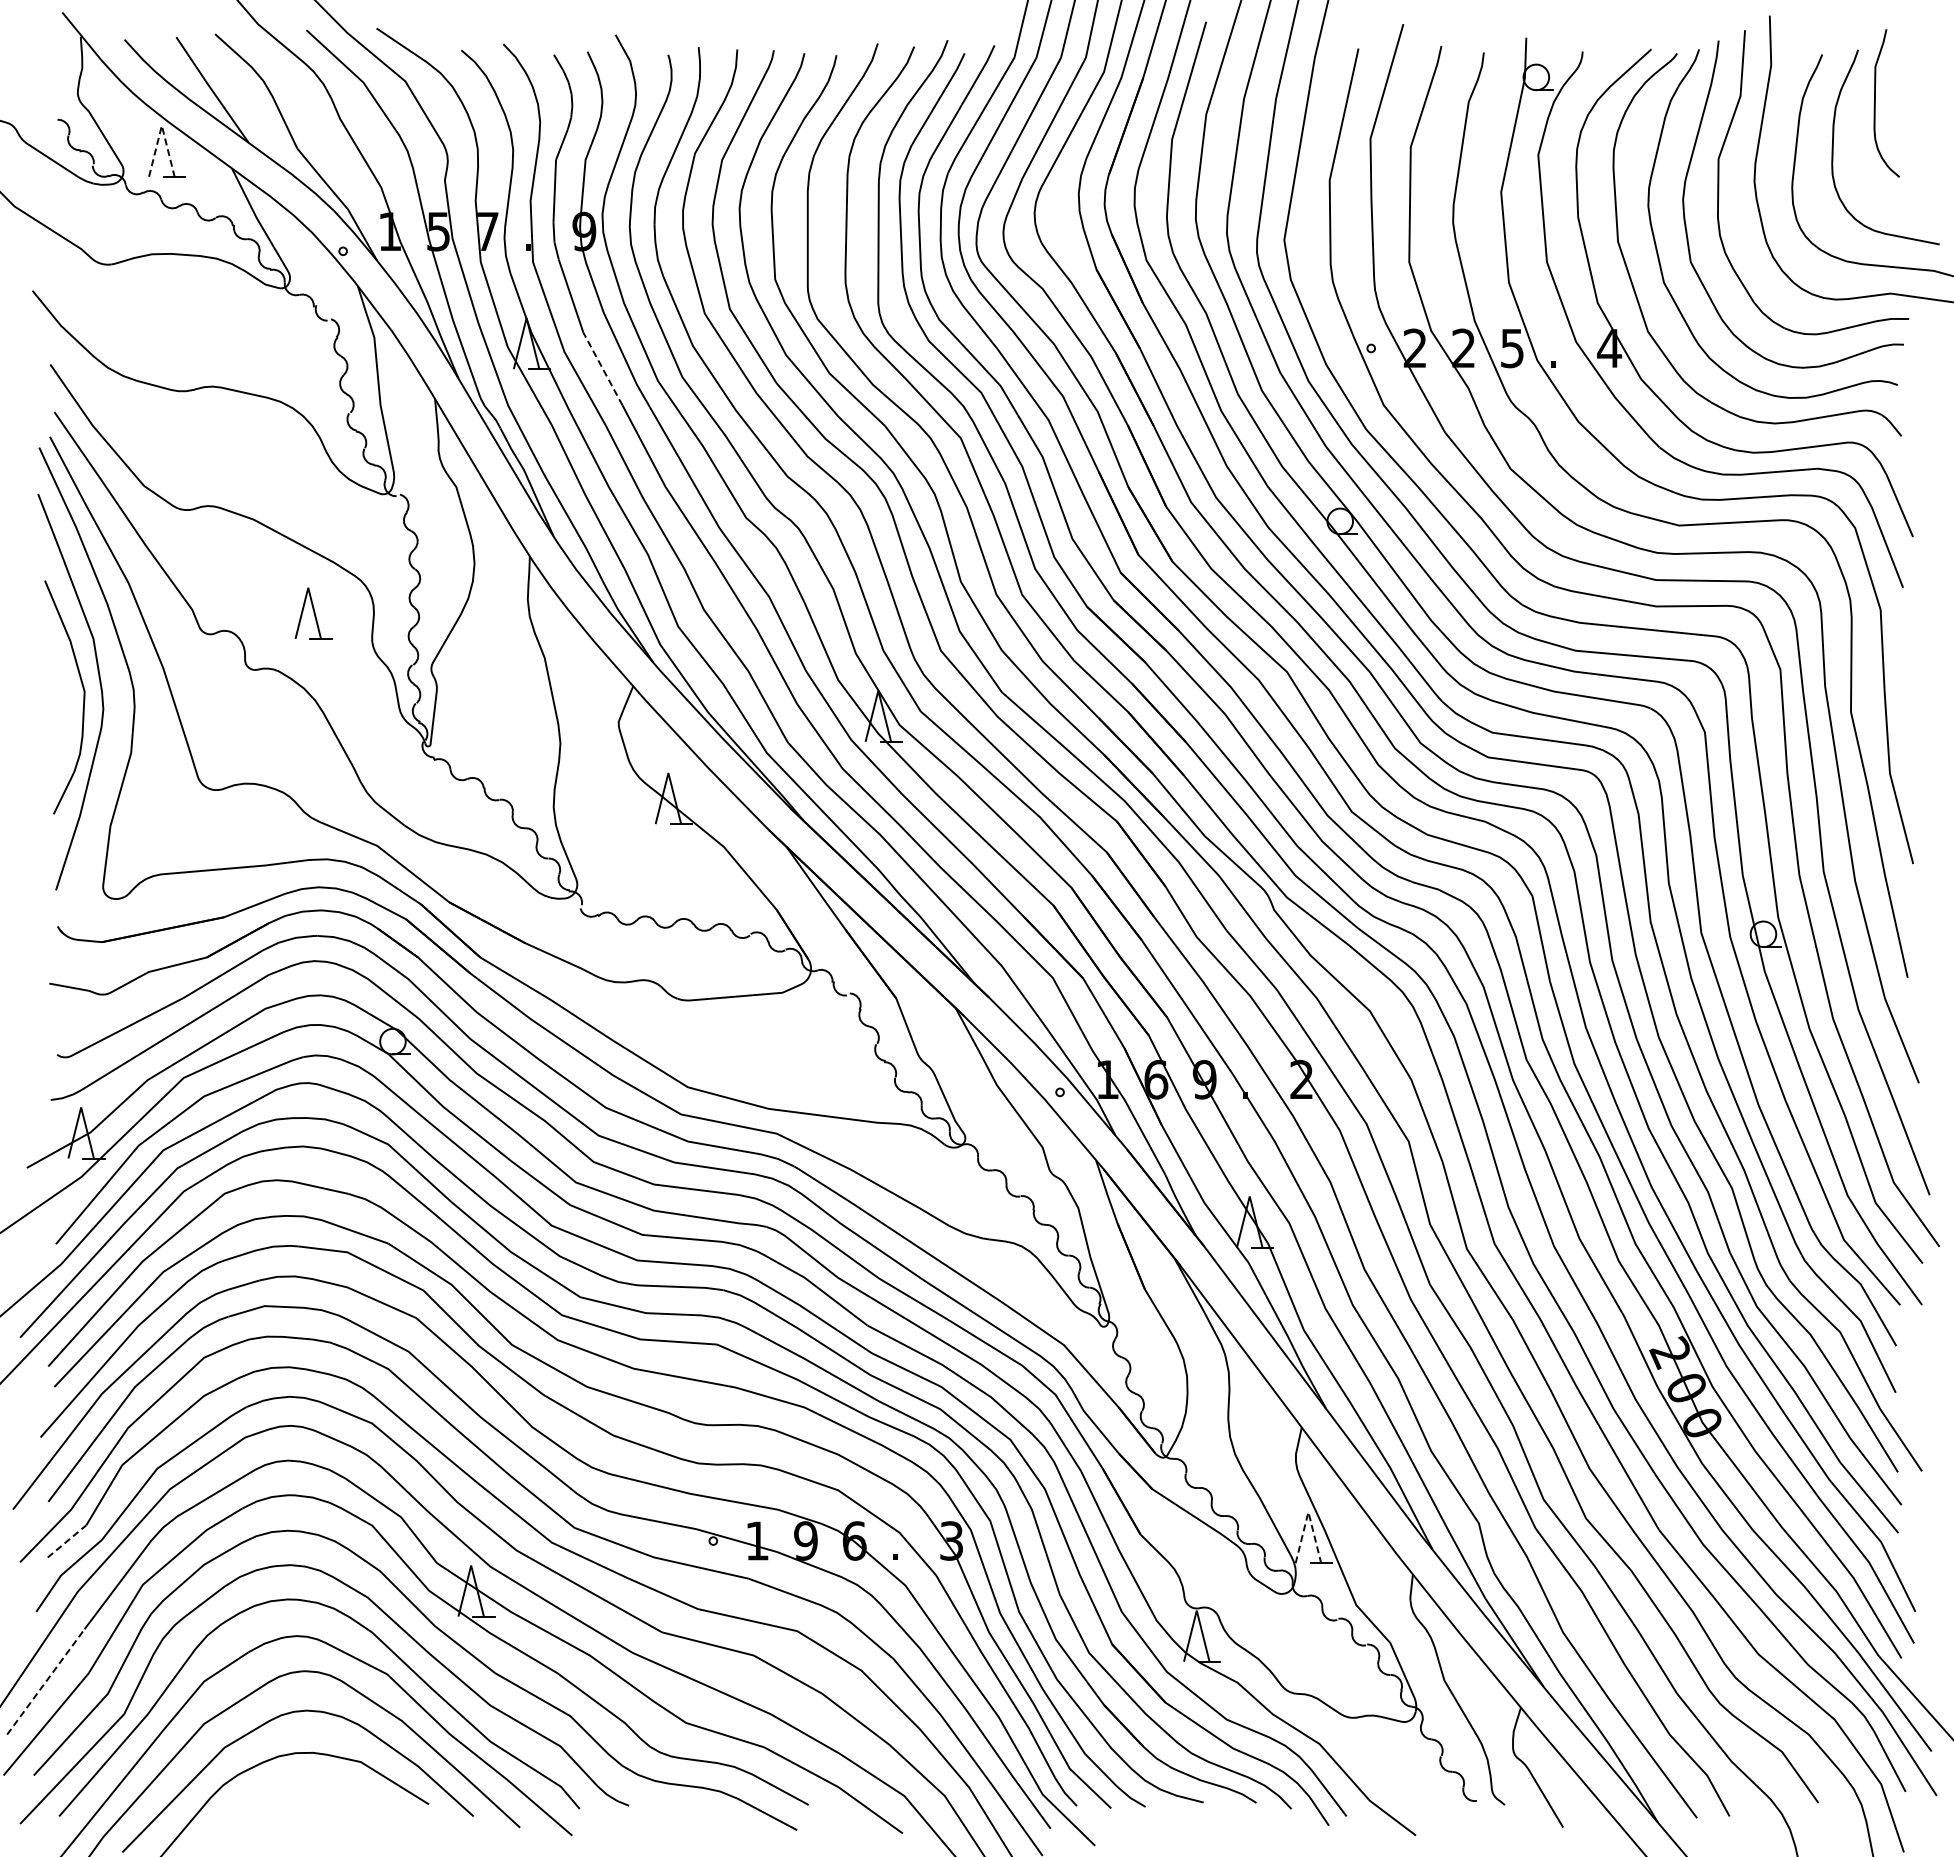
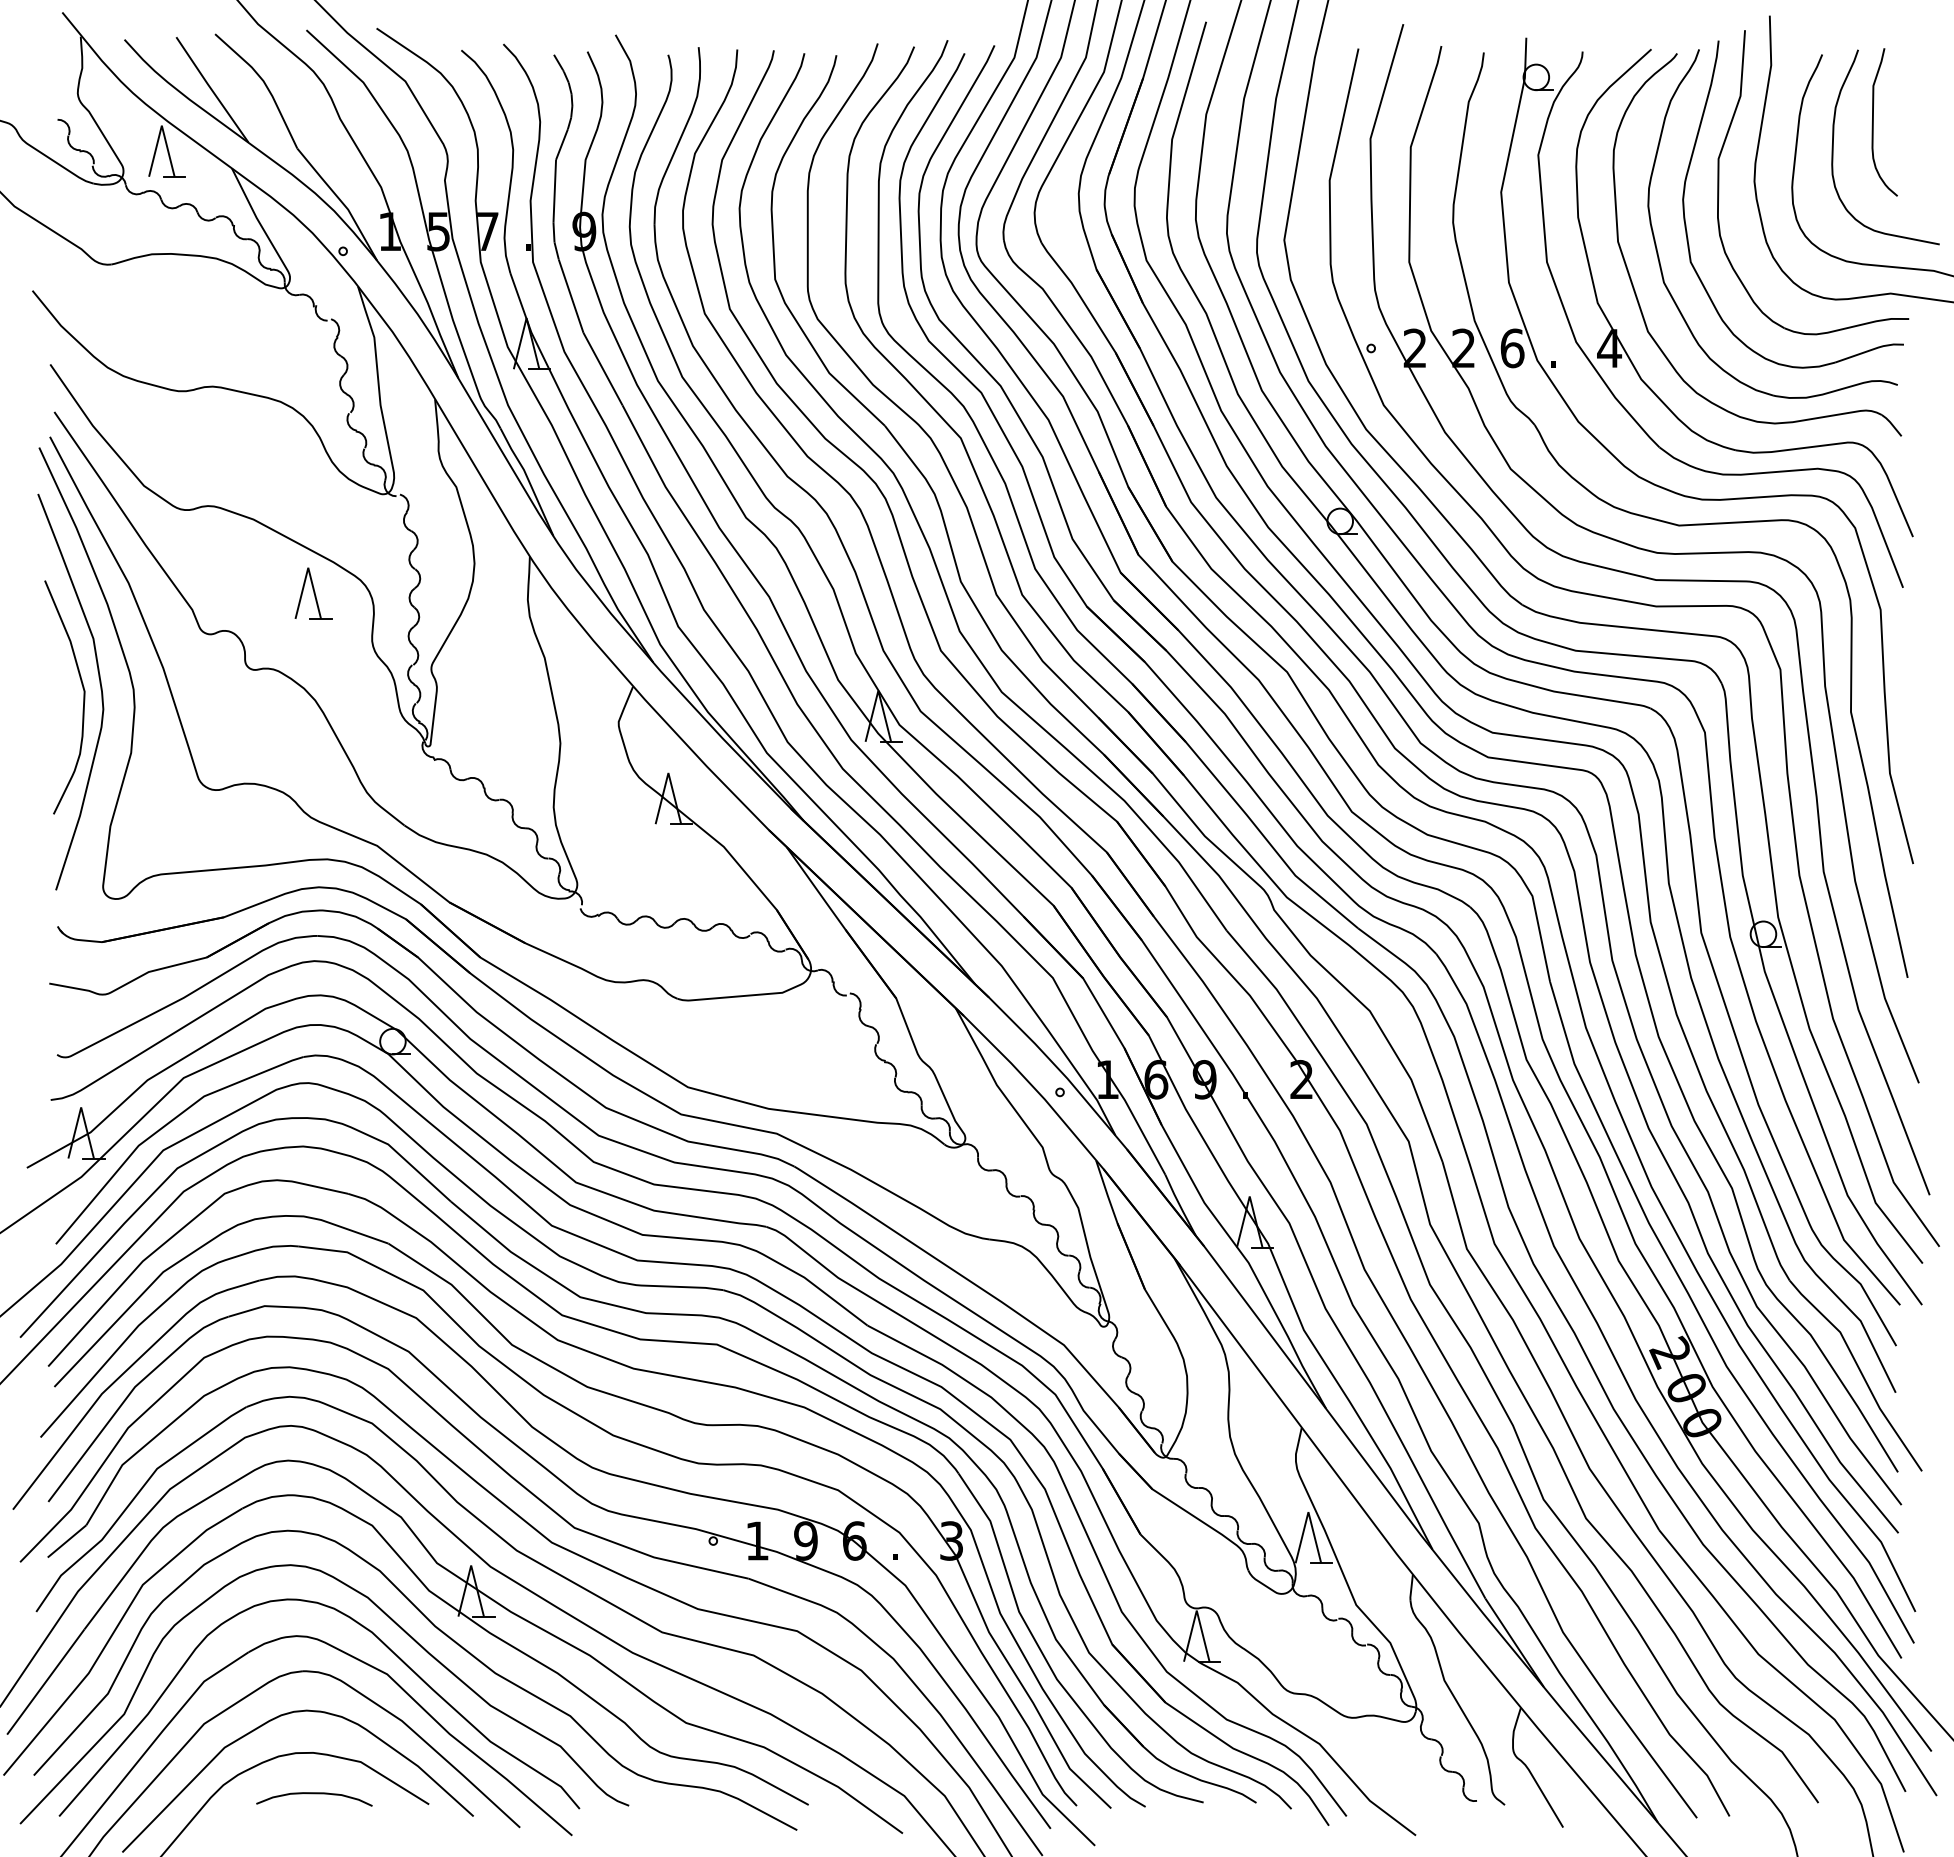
curve at (1875, 103) position: (1875, 103) -> (1873, 122)
line at (161, 125): dashed -> solid
text at (1512, 348): 5 -> 6
line at (602, 368): dashed -> solid
part at (313, 613) position: (313, 613) -> (313, 593)
line at (1308, 1512): dashed -> solid
line at (67, 1541): dashed -> solid
line at (46, 1681): dashed -> solid
curve at (314, 1794): none -> present
